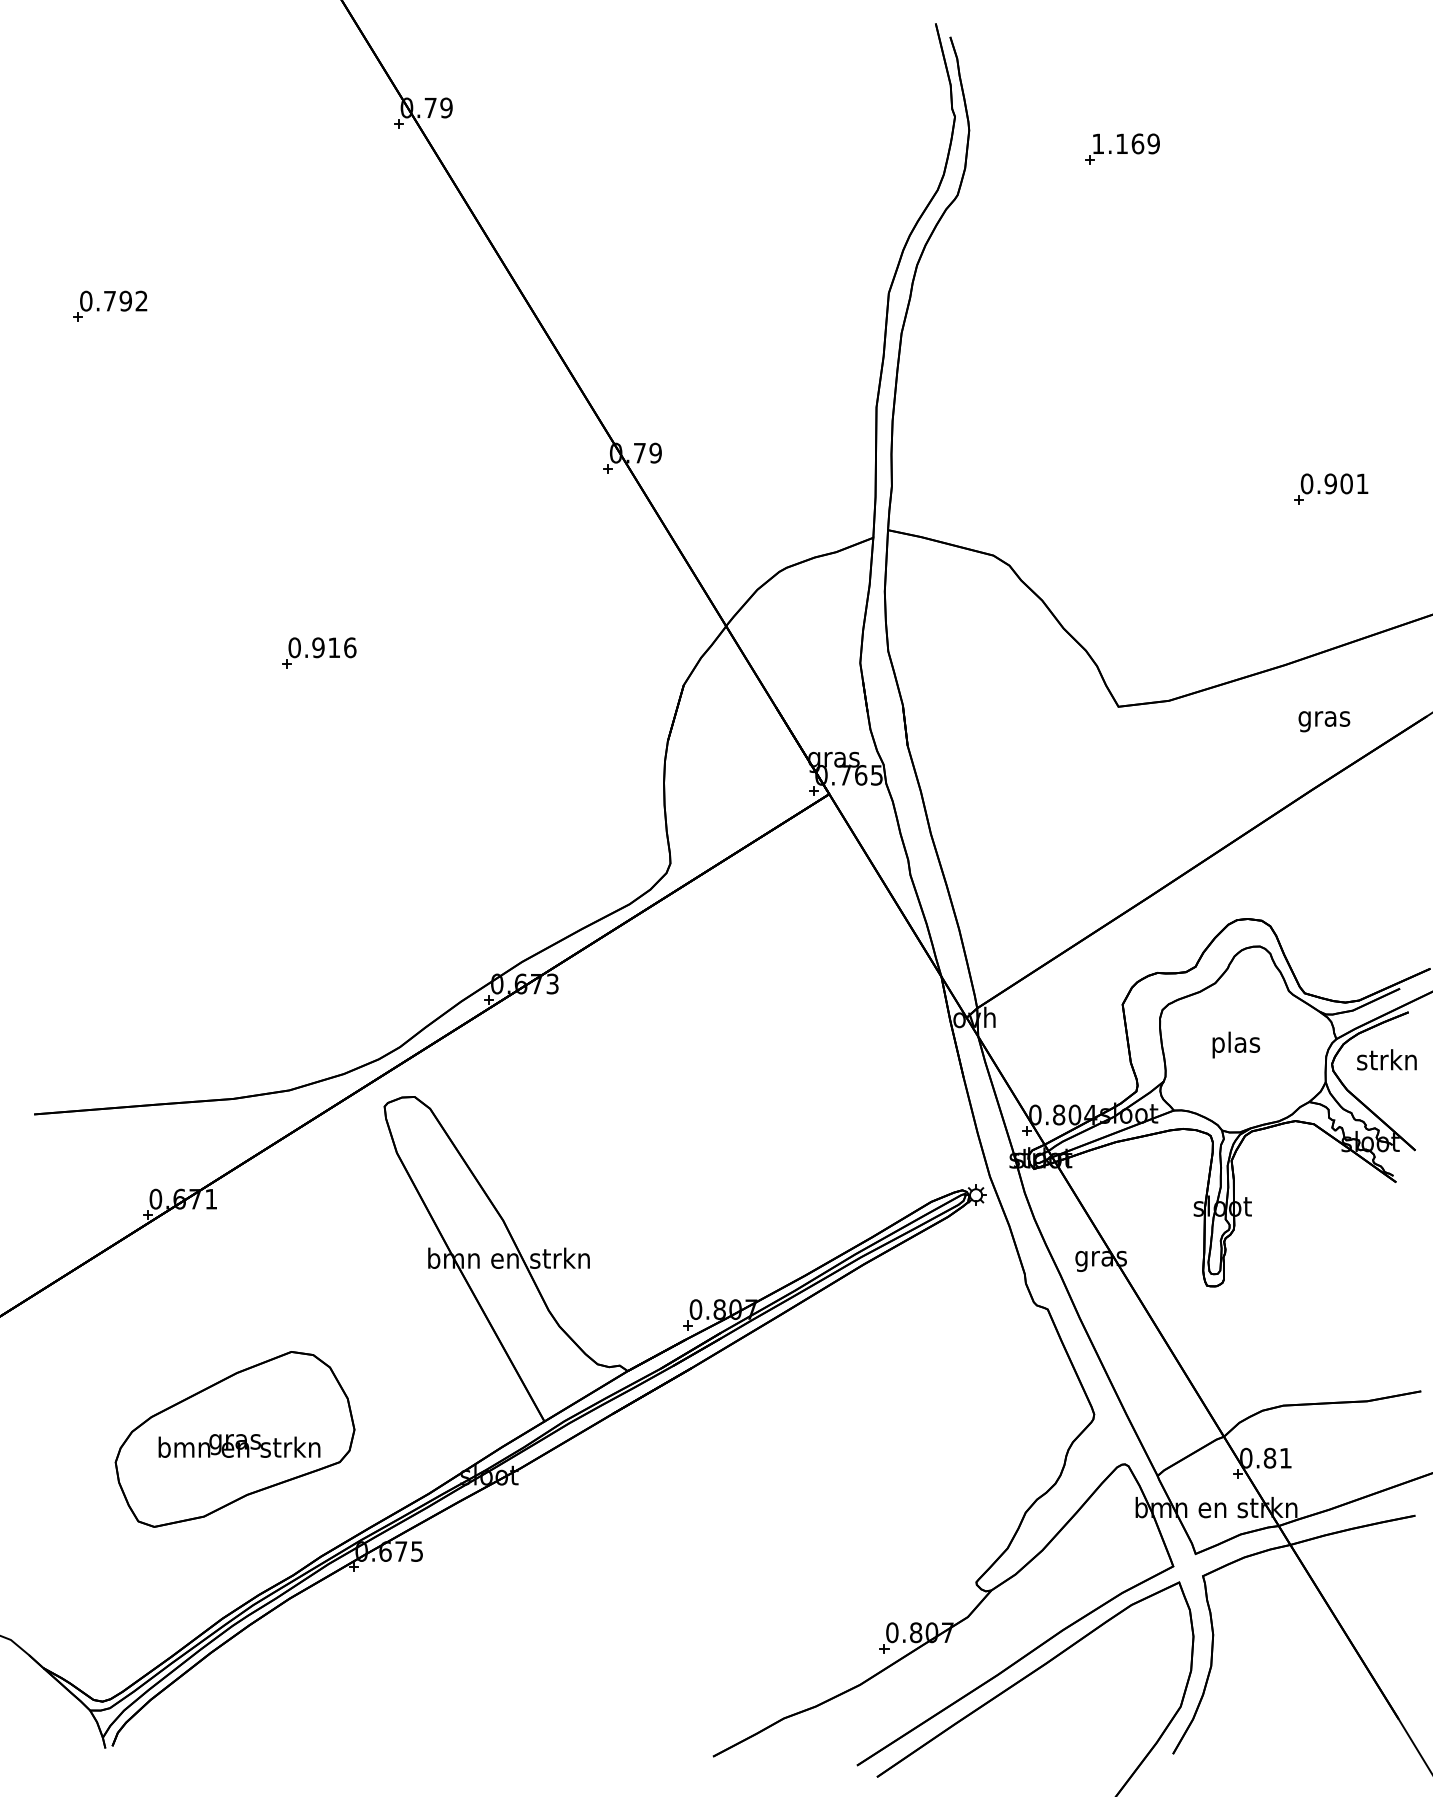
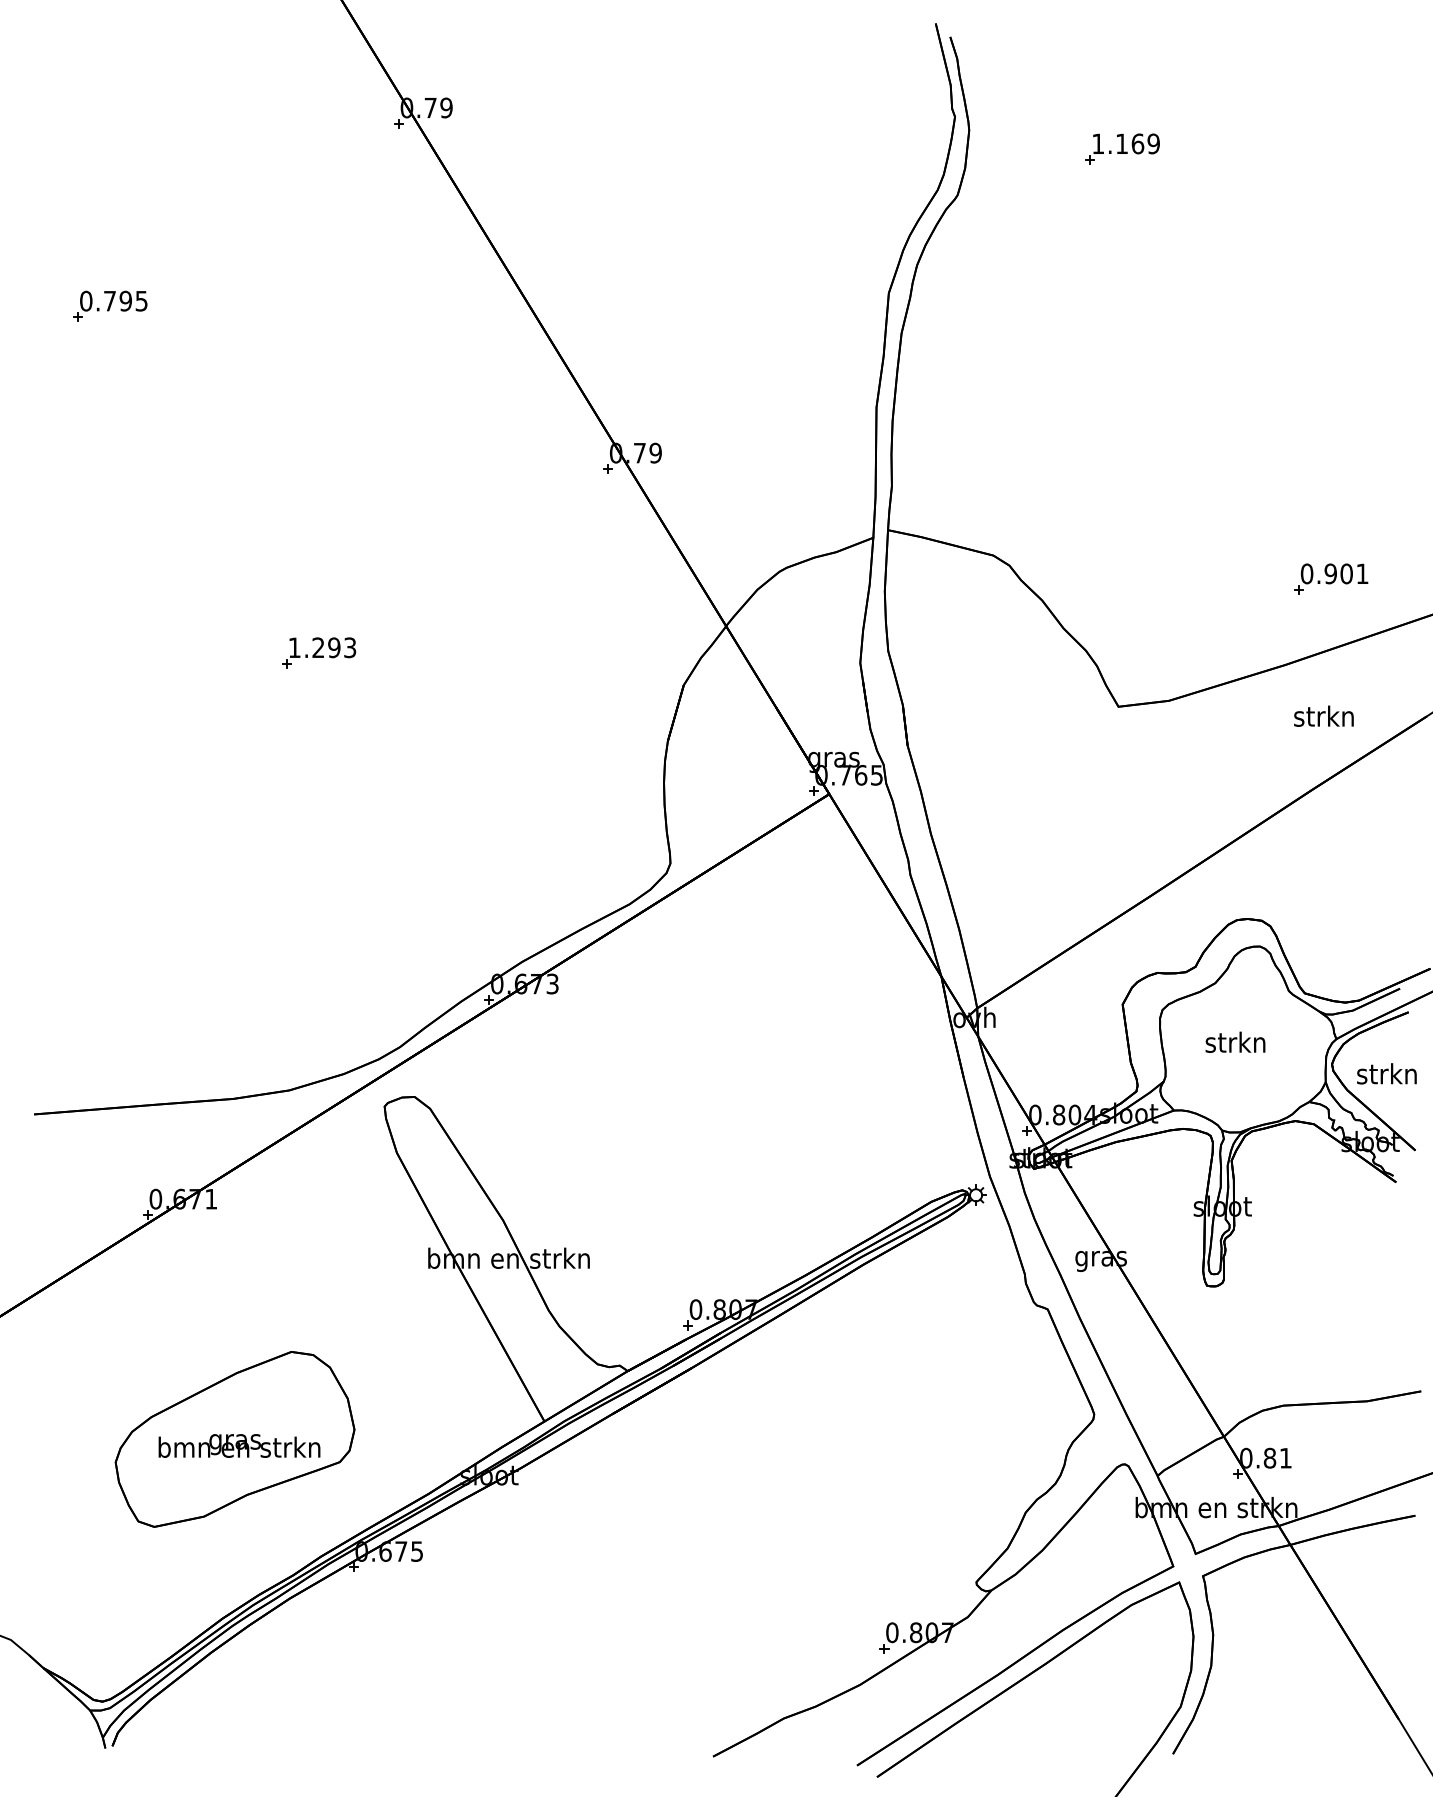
text at (141, 300): 0.792 -> 0.795
part at (1331, 488) position: (1331, 488) -> (1331, 578)
text at (322, 647): 0.916 -> 1.293
text at (1323, 718): gras -> strkn
text at (1235, 1044): plas -> strkn
text at (1386, 1059) position: (1386, 1059) -> (1386, 1073)
